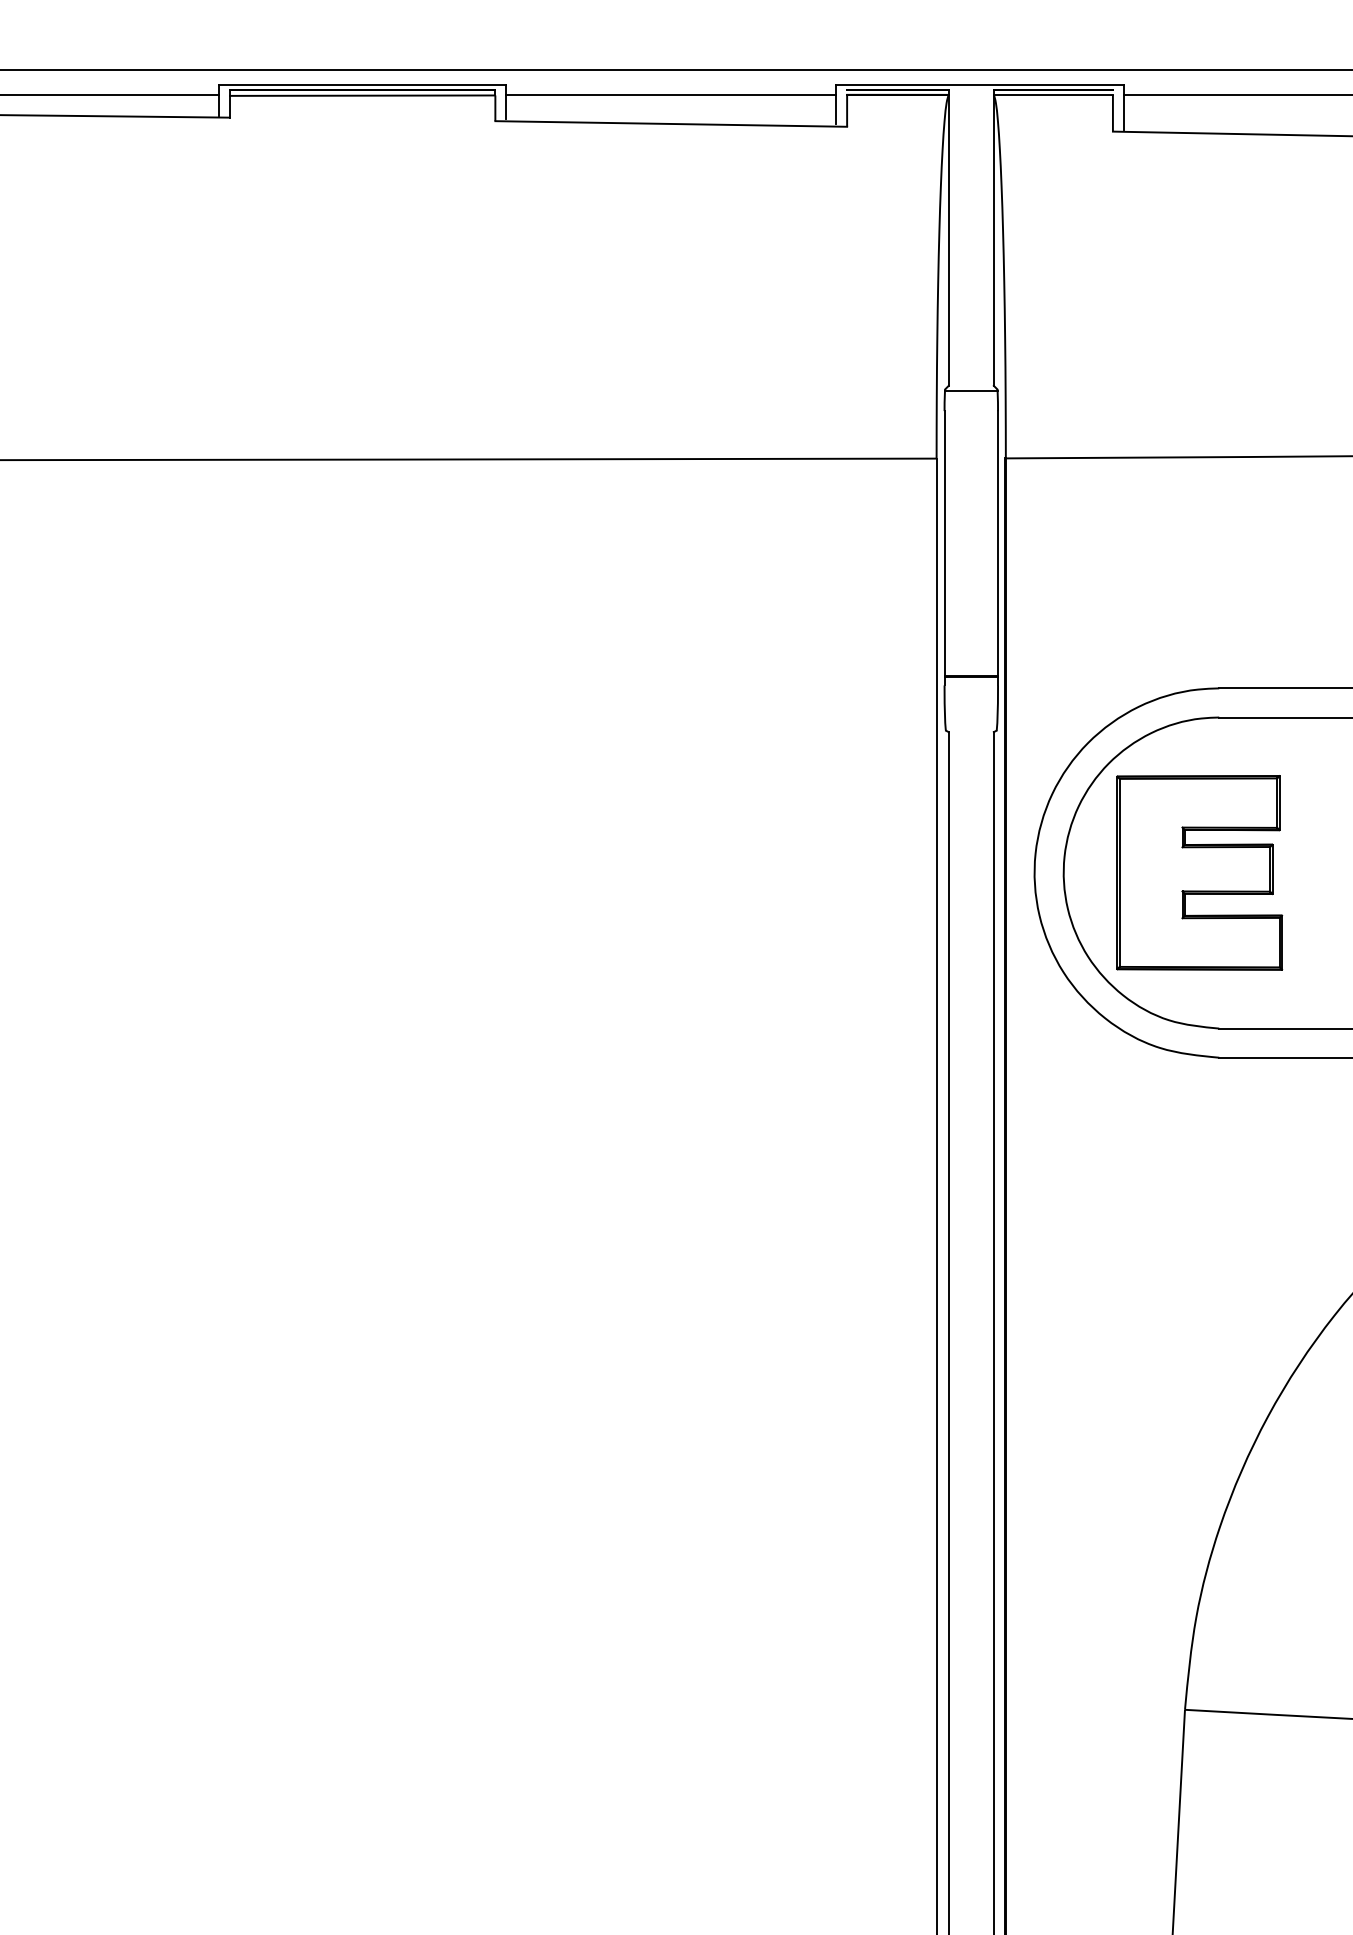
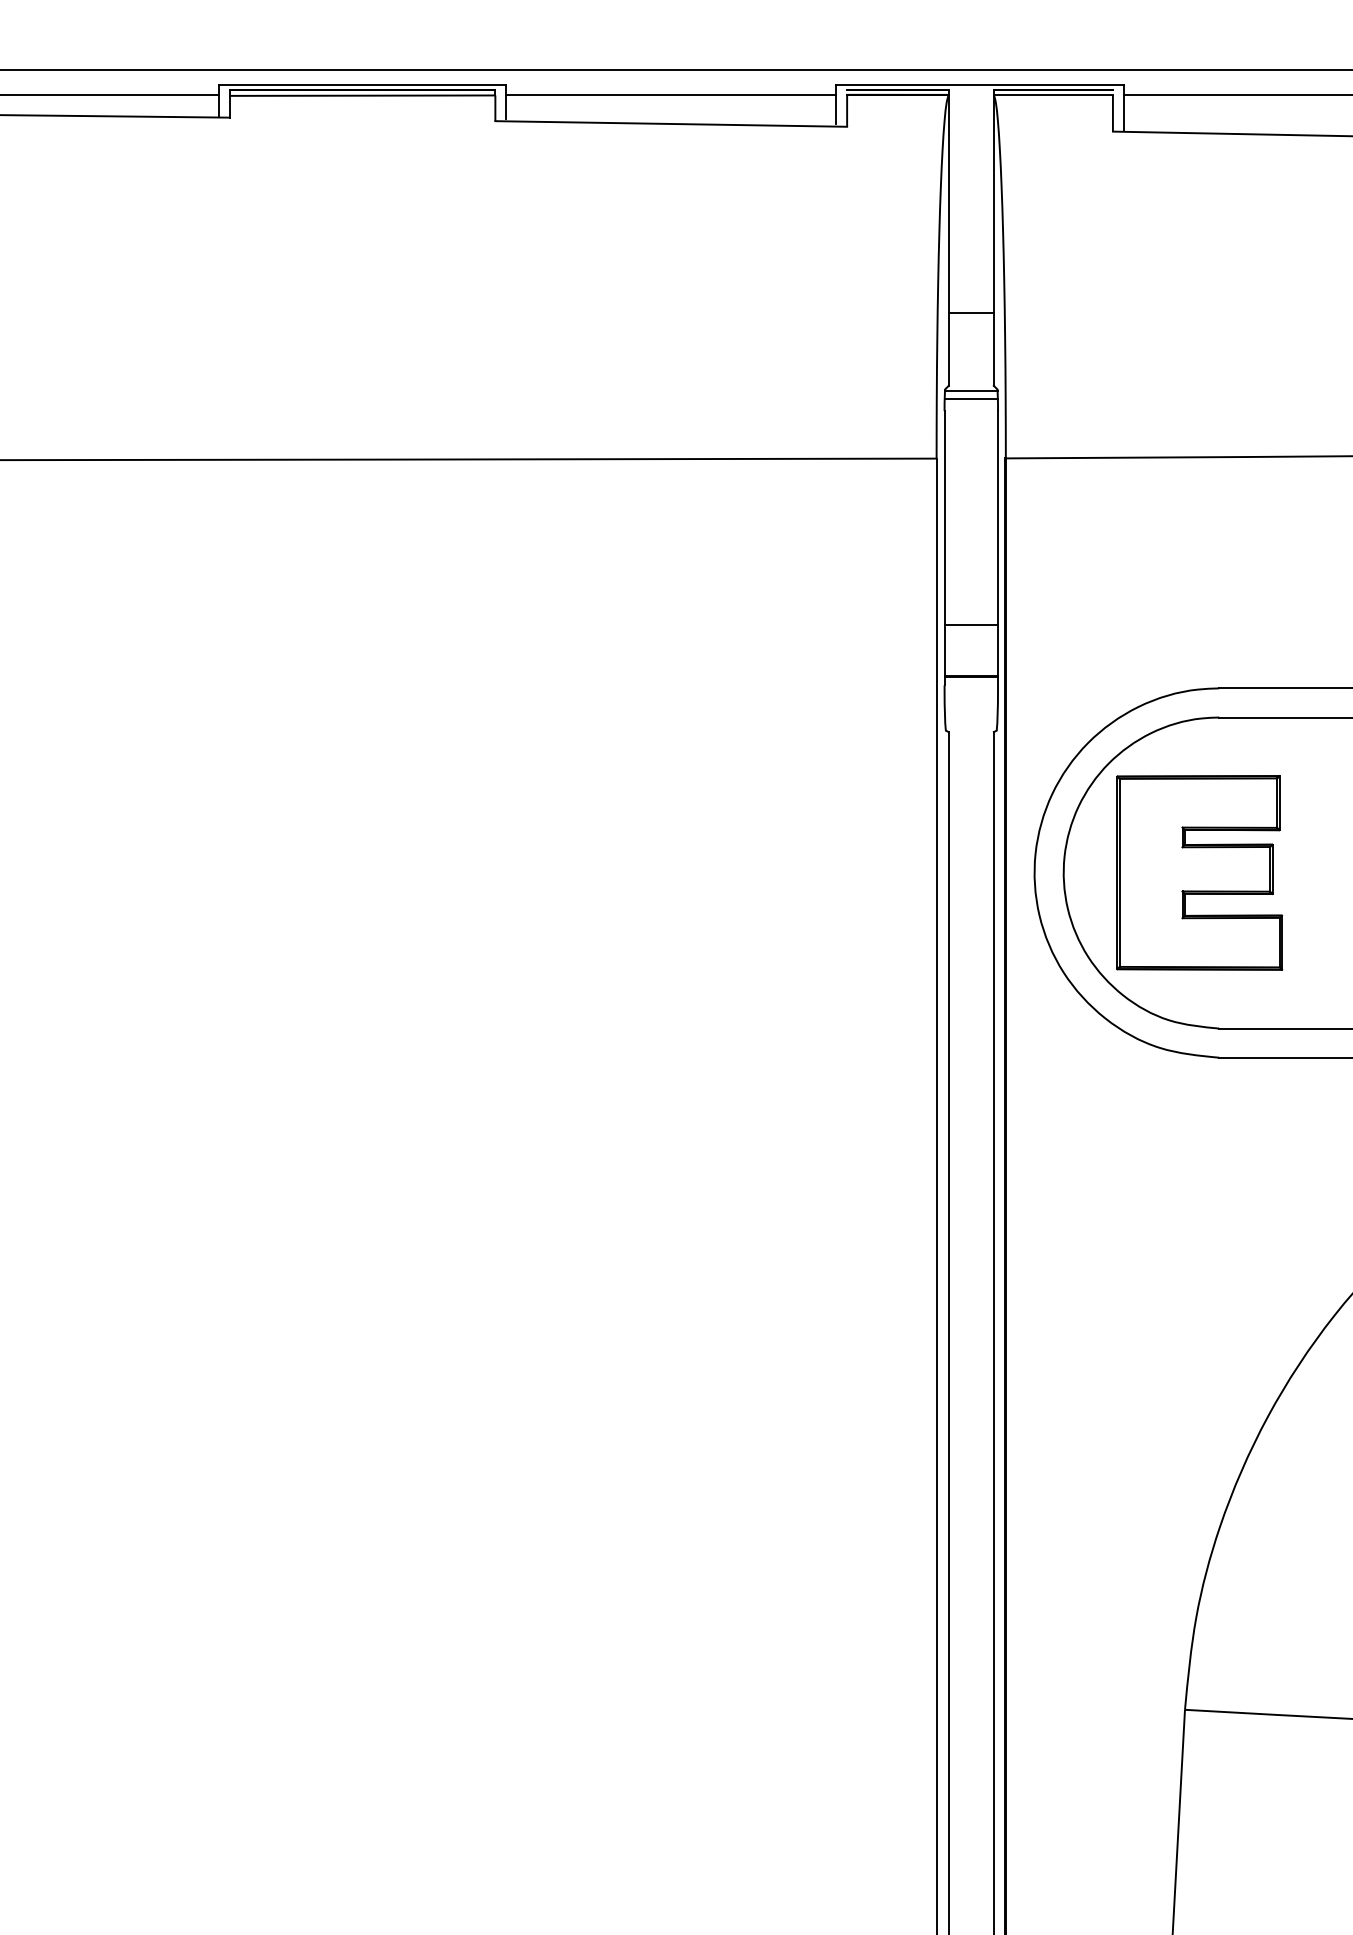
line at (970, 313): none -> present
line at (970, 398): none -> present
line at (971, 624): none -> present
